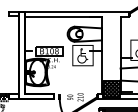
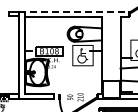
line at (74, 12): solid -> dashed
hatch at (110, 88): present -> none
